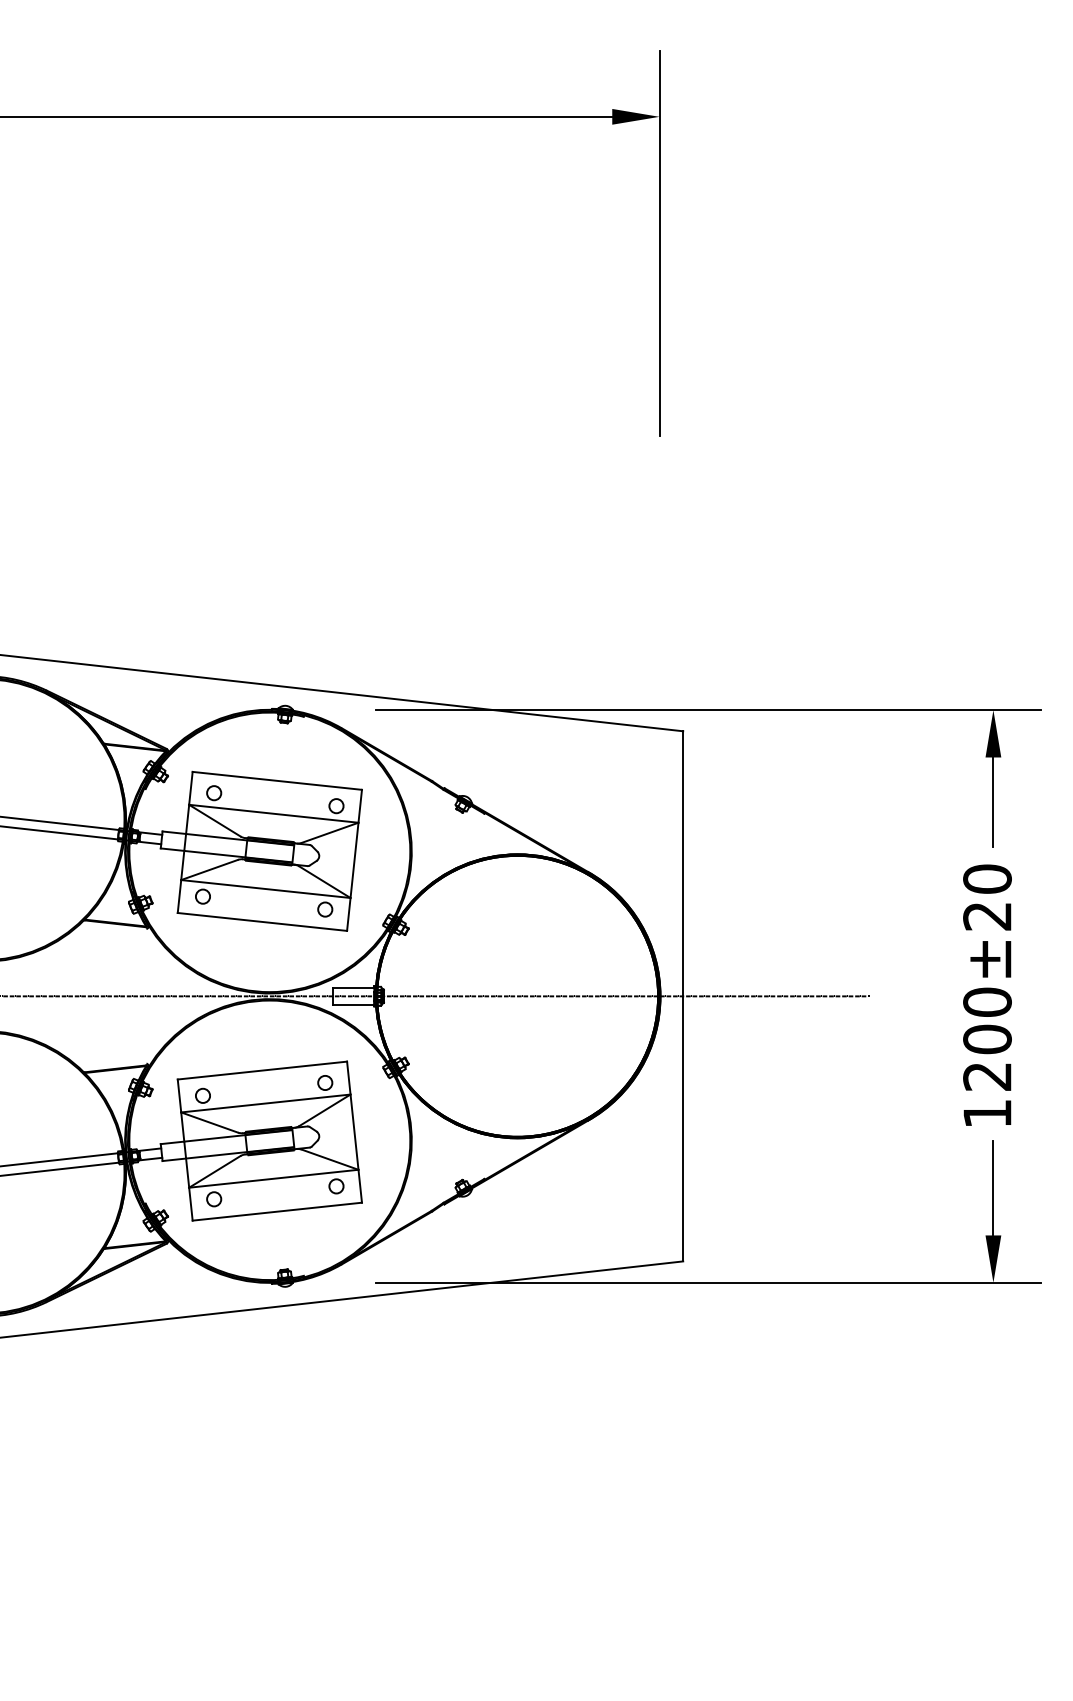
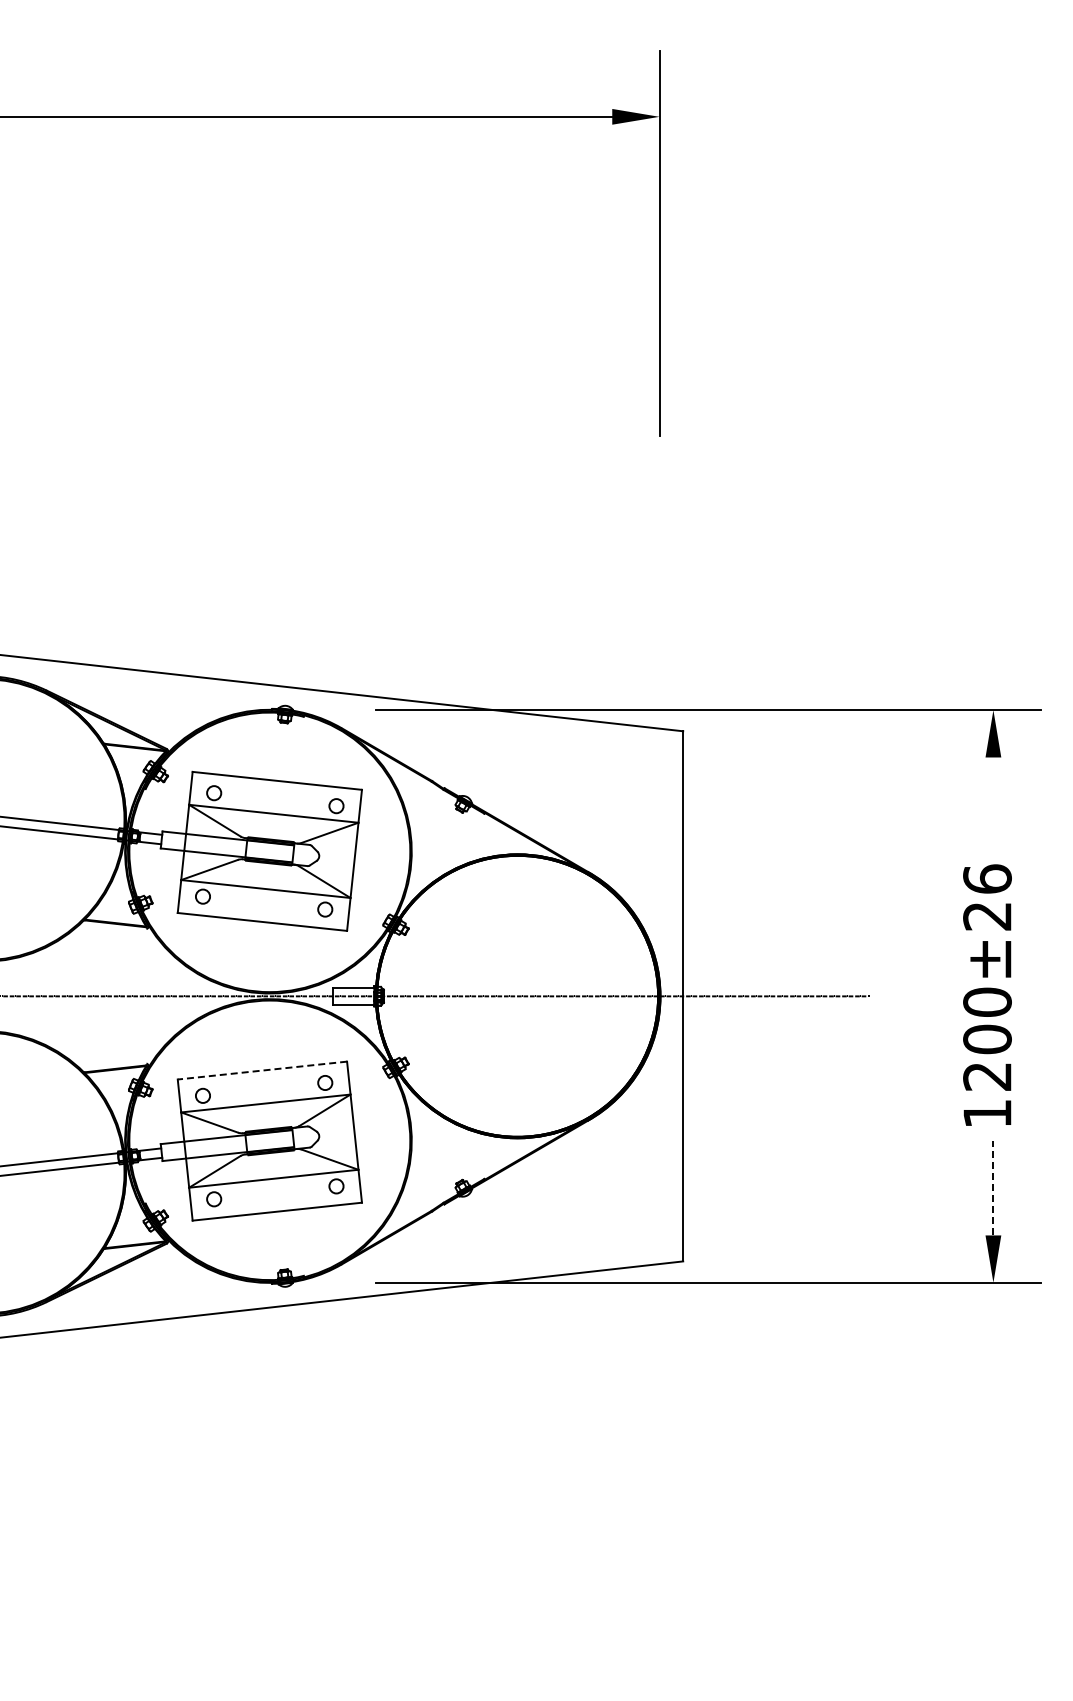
line at (993, 801): present -> none
text at (987, 878): 1200±20 -> 1200±26
line at (261, 1070): solid -> dashed
line at (993, 1187): solid -> dashed
